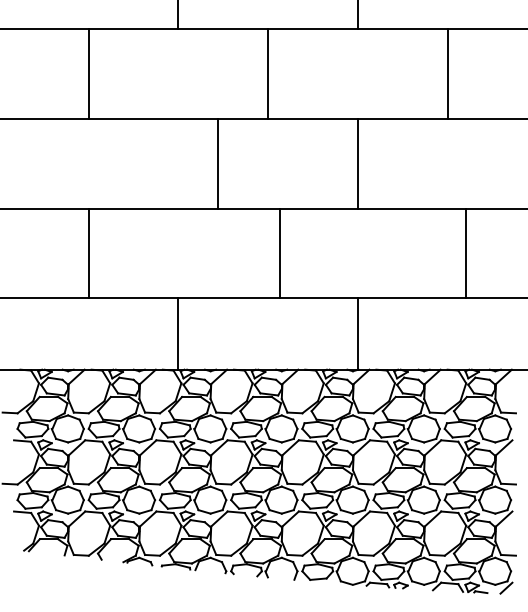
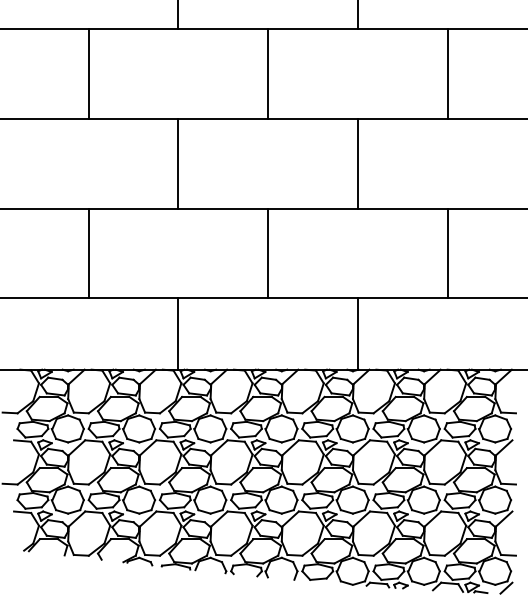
line at (218, 163) position: (218, 163) -> (178, 163)
line at (280, 253) position: (280, 253) -> (268, 253)
line at (465, 253) position: (465, 253) -> (447, 253)
